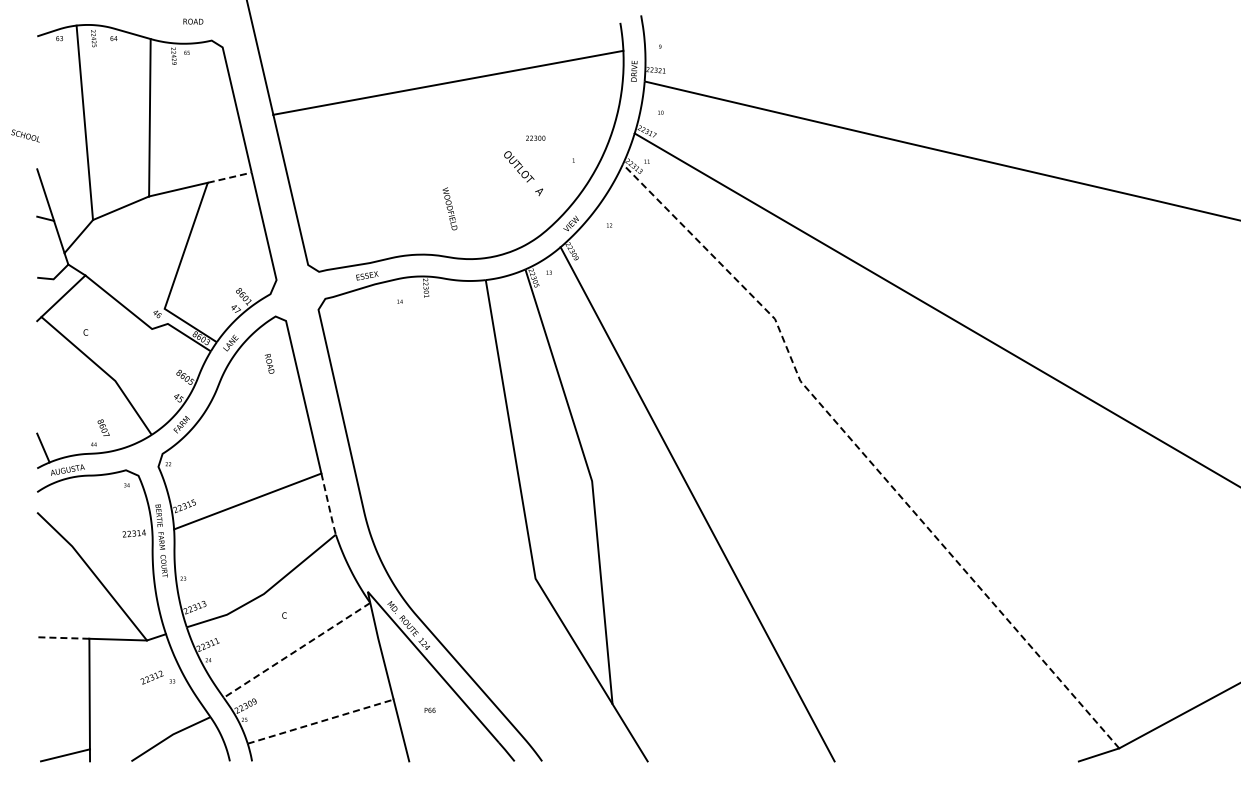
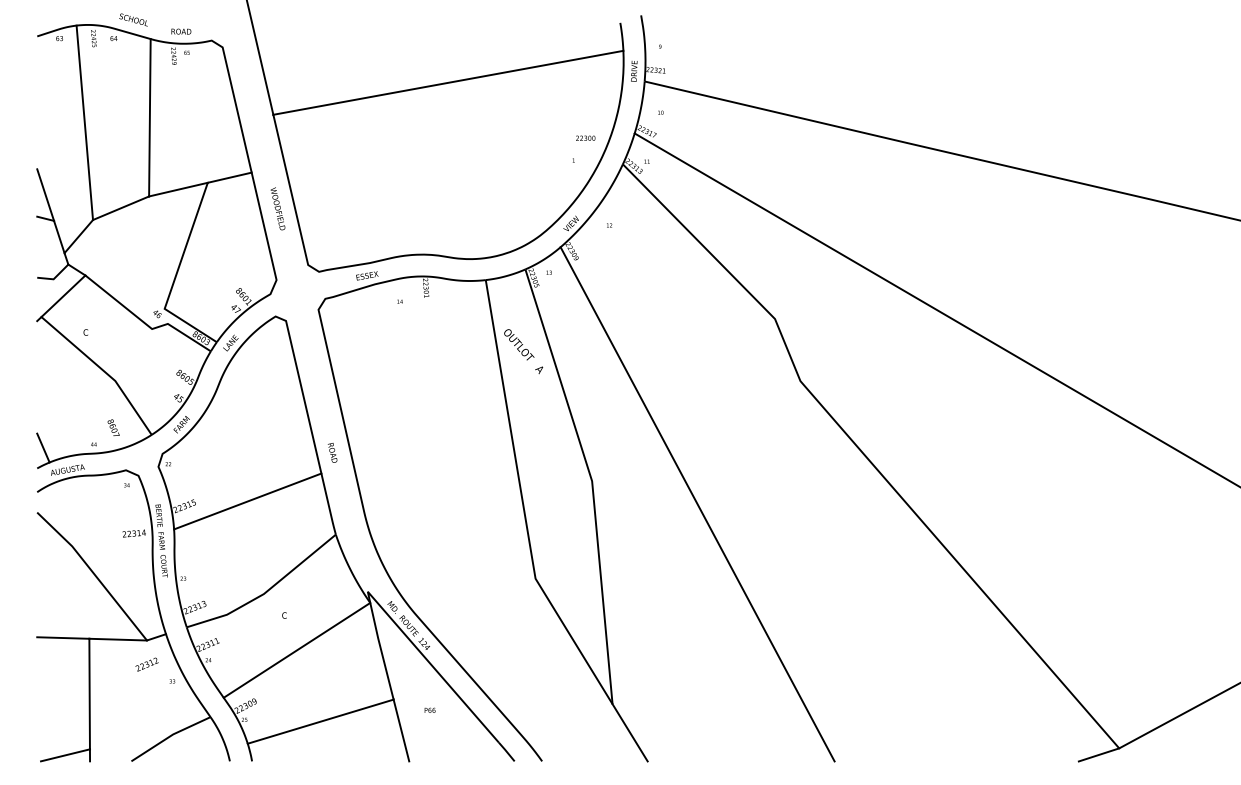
text at (193, 21) position: (193, 21) -> (181, 31)
text at (25, 135) position: (25, 135) -> (133, 19)
text at (535, 137) position: (535, 137) -> (585, 137)
text at (523, 173) position: (523, 173) -> (523, 351)
line at (229, 177): dashed -> solid
text at (449, 208) position: (449, 208) -> (277, 208)
text at (269, 363) position: (269, 363) -> (332, 452)
text at (103, 427) position: (103, 427) -> (113, 427)
line at (865, 456): dashed -> solid
line at (328, 505): dashed -> solid
line at (62, 638): dashed -> solid
line at (296, 650): dashed -> solid
text at (151, 677) position: (151, 677) -> (146, 664)
line at (321, 721): dashed -> solid
